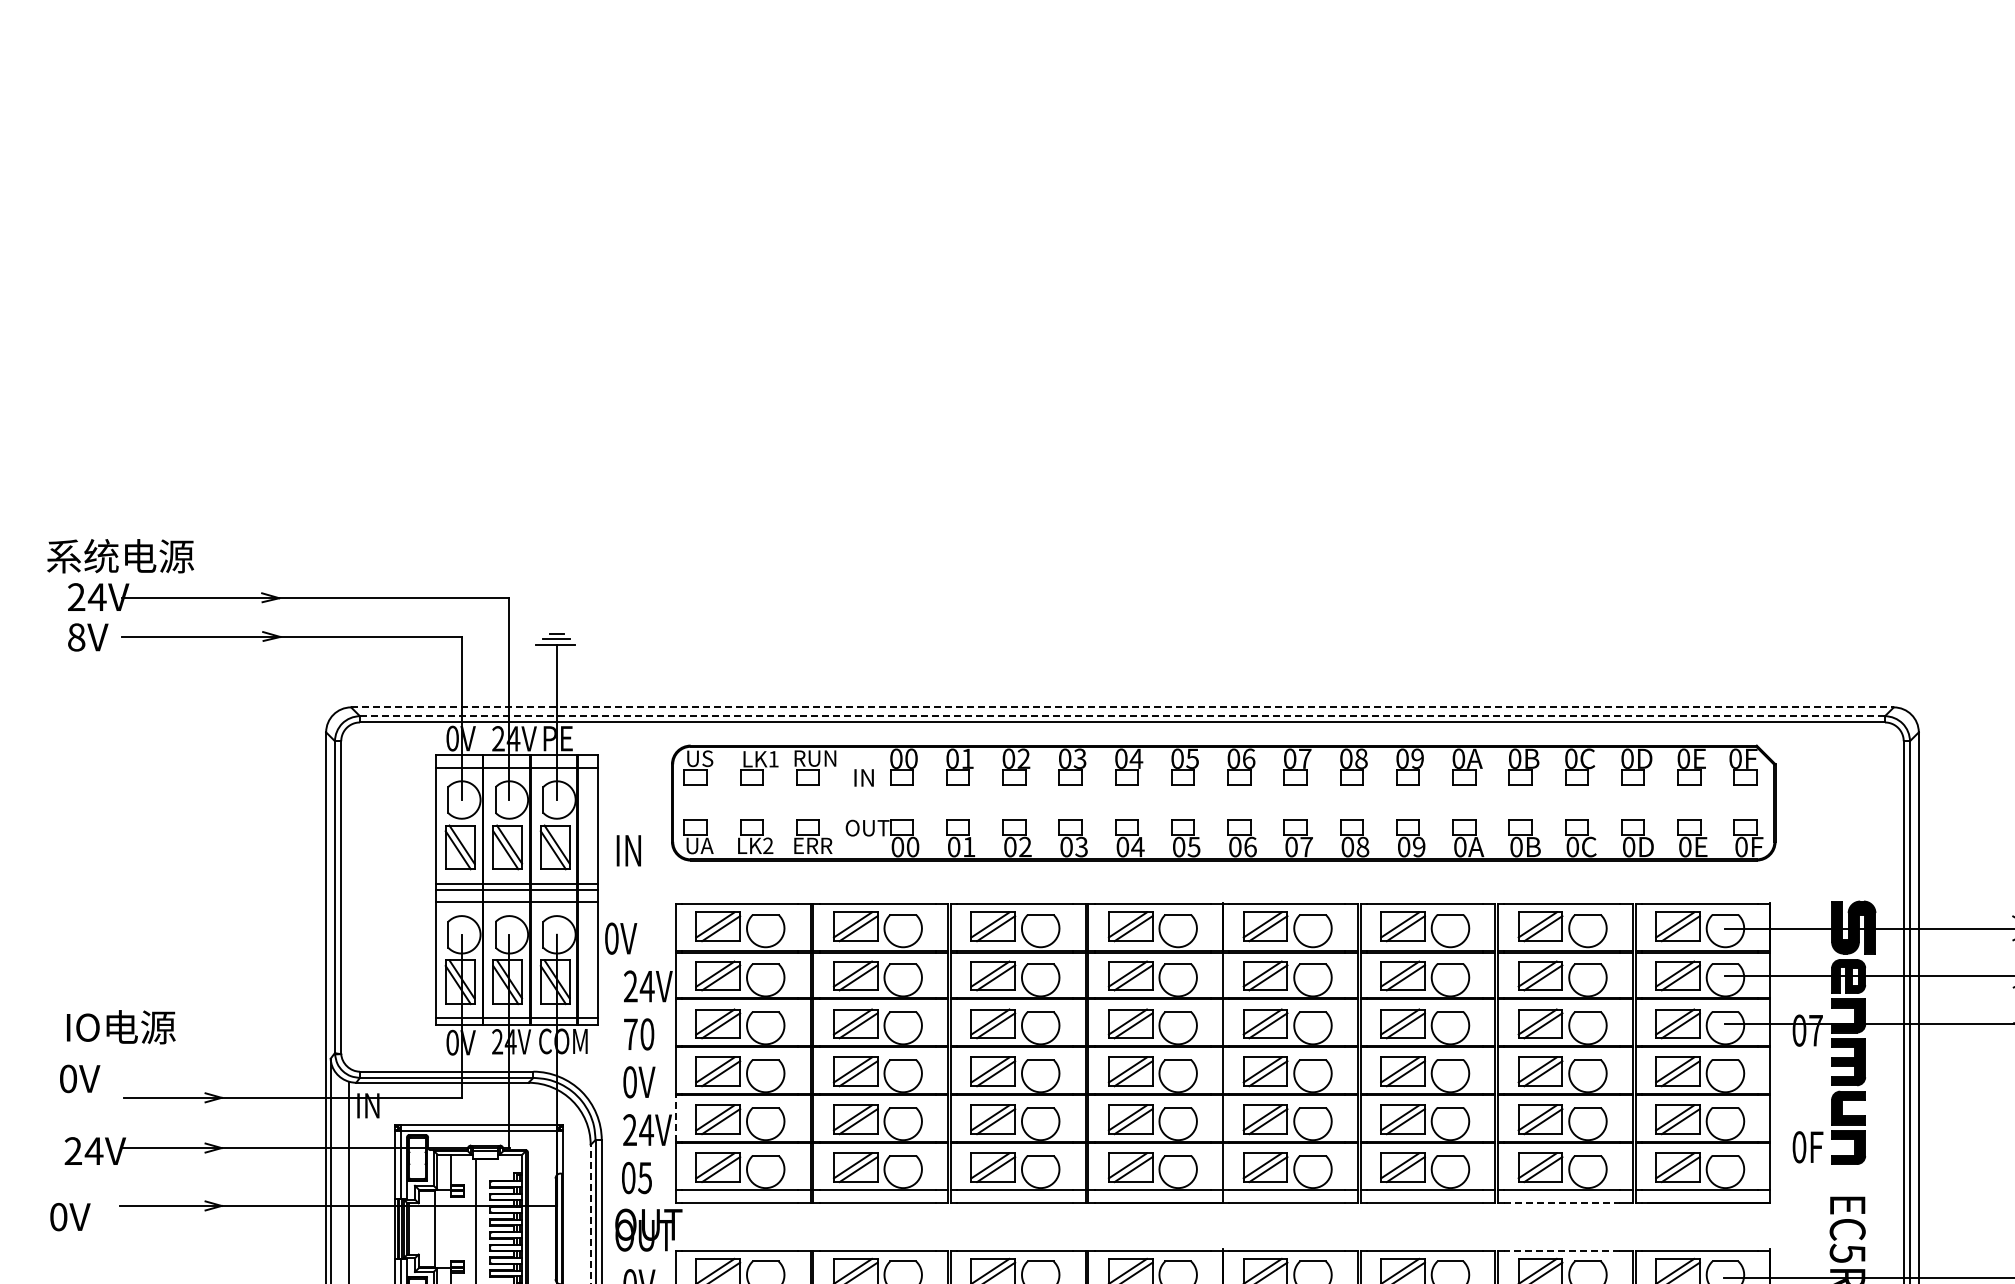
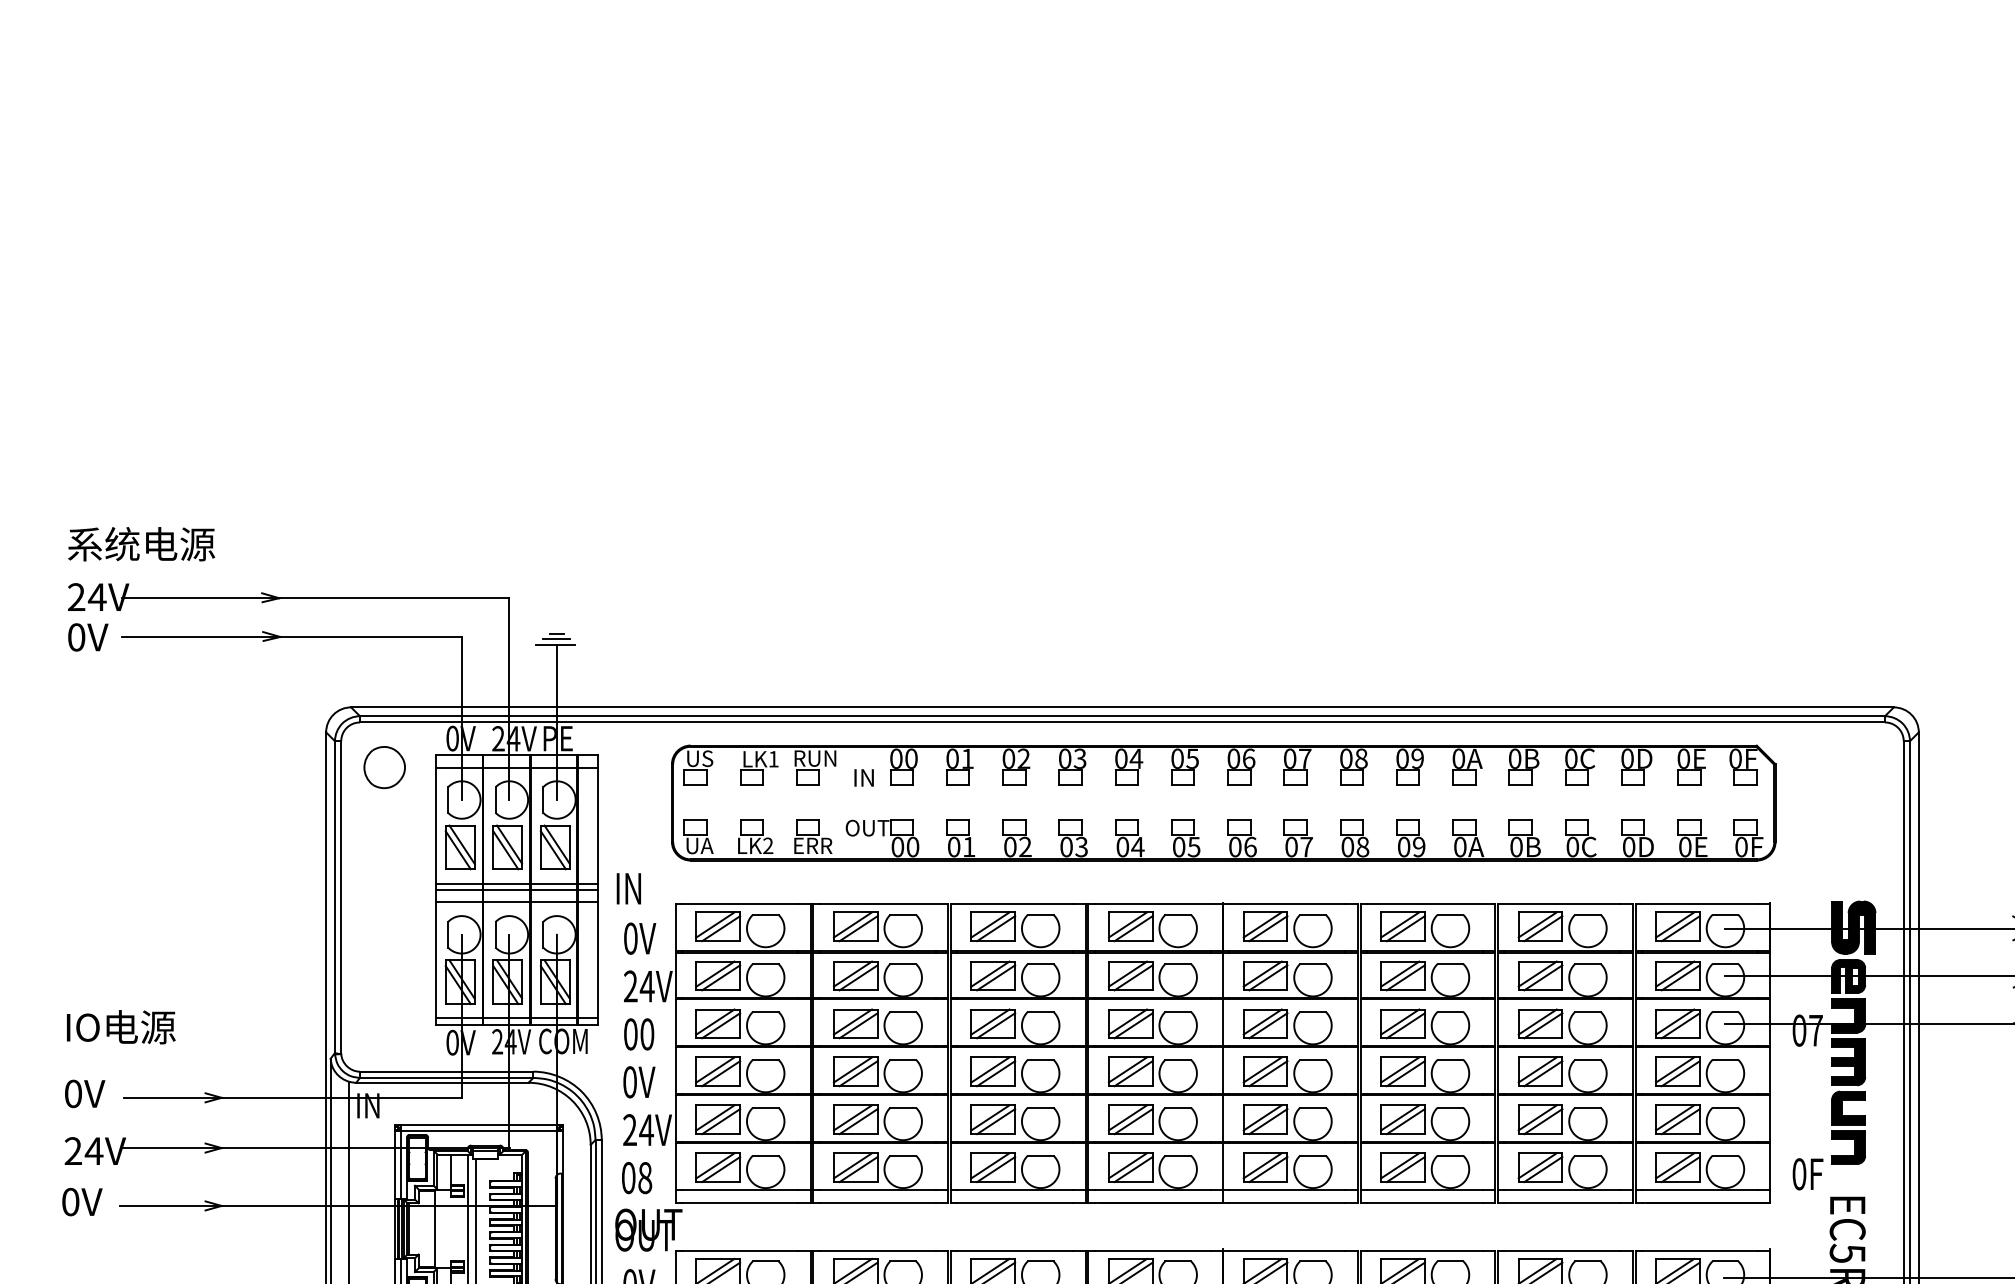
text at (120, 556) position: (120, 556) -> (141, 544)
text at (76, 637): 8V -> 0V
line at (1122, 707): dashed -> solid
line at (1122, 716): dashed -> solid
part at (384, 767): none -> present
text at (628, 850) position: (628, 850) -> (628, 888)
text at (621, 938) position: (621, 938) -> (640, 938)
text at (630, 1034): 70 -> 00
text at (80, 1078) position: (80, 1078) -> (85, 1093)
line at (675, 1118): dashed -> solid
text at (1807, 1147) position: (1807, 1147) -> (1807, 1174)
text at (645, 1178): 05 -> 08
line at (1562, 1202): dashed -> solid
line at (590, 1213): dashed -> solid
text at (70, 1217) position: (70, 1217) -> (82, 1202)
line at (468, 1217): none -> present
line at (1561, 1250): dashed -> solid
